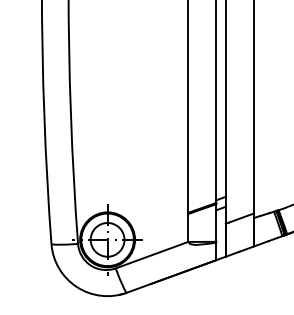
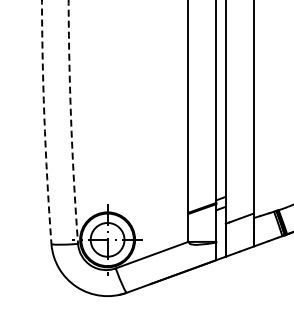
arc at (71, 121): solid -> dashed
arc at (44, 122): solid -> dashed
